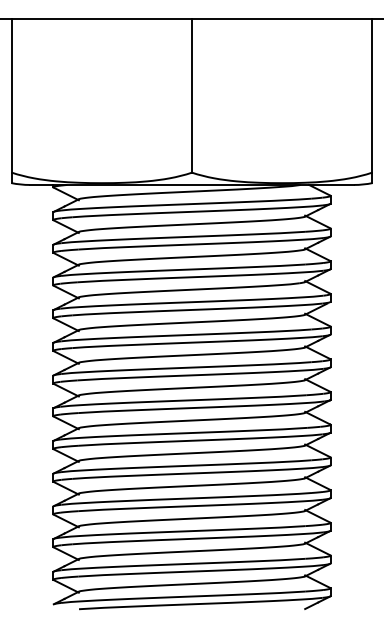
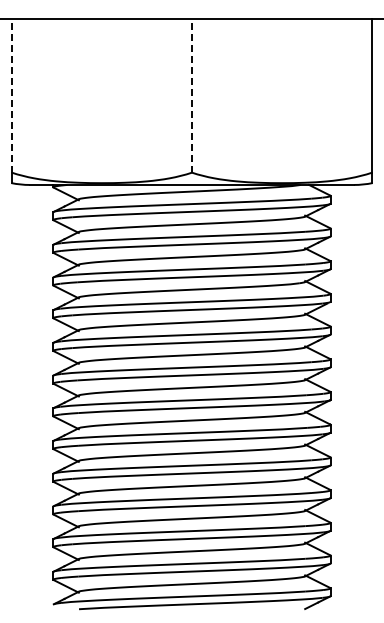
line at (11, 95): solid -> dashed
line at (191, 95): solid -> dashed
